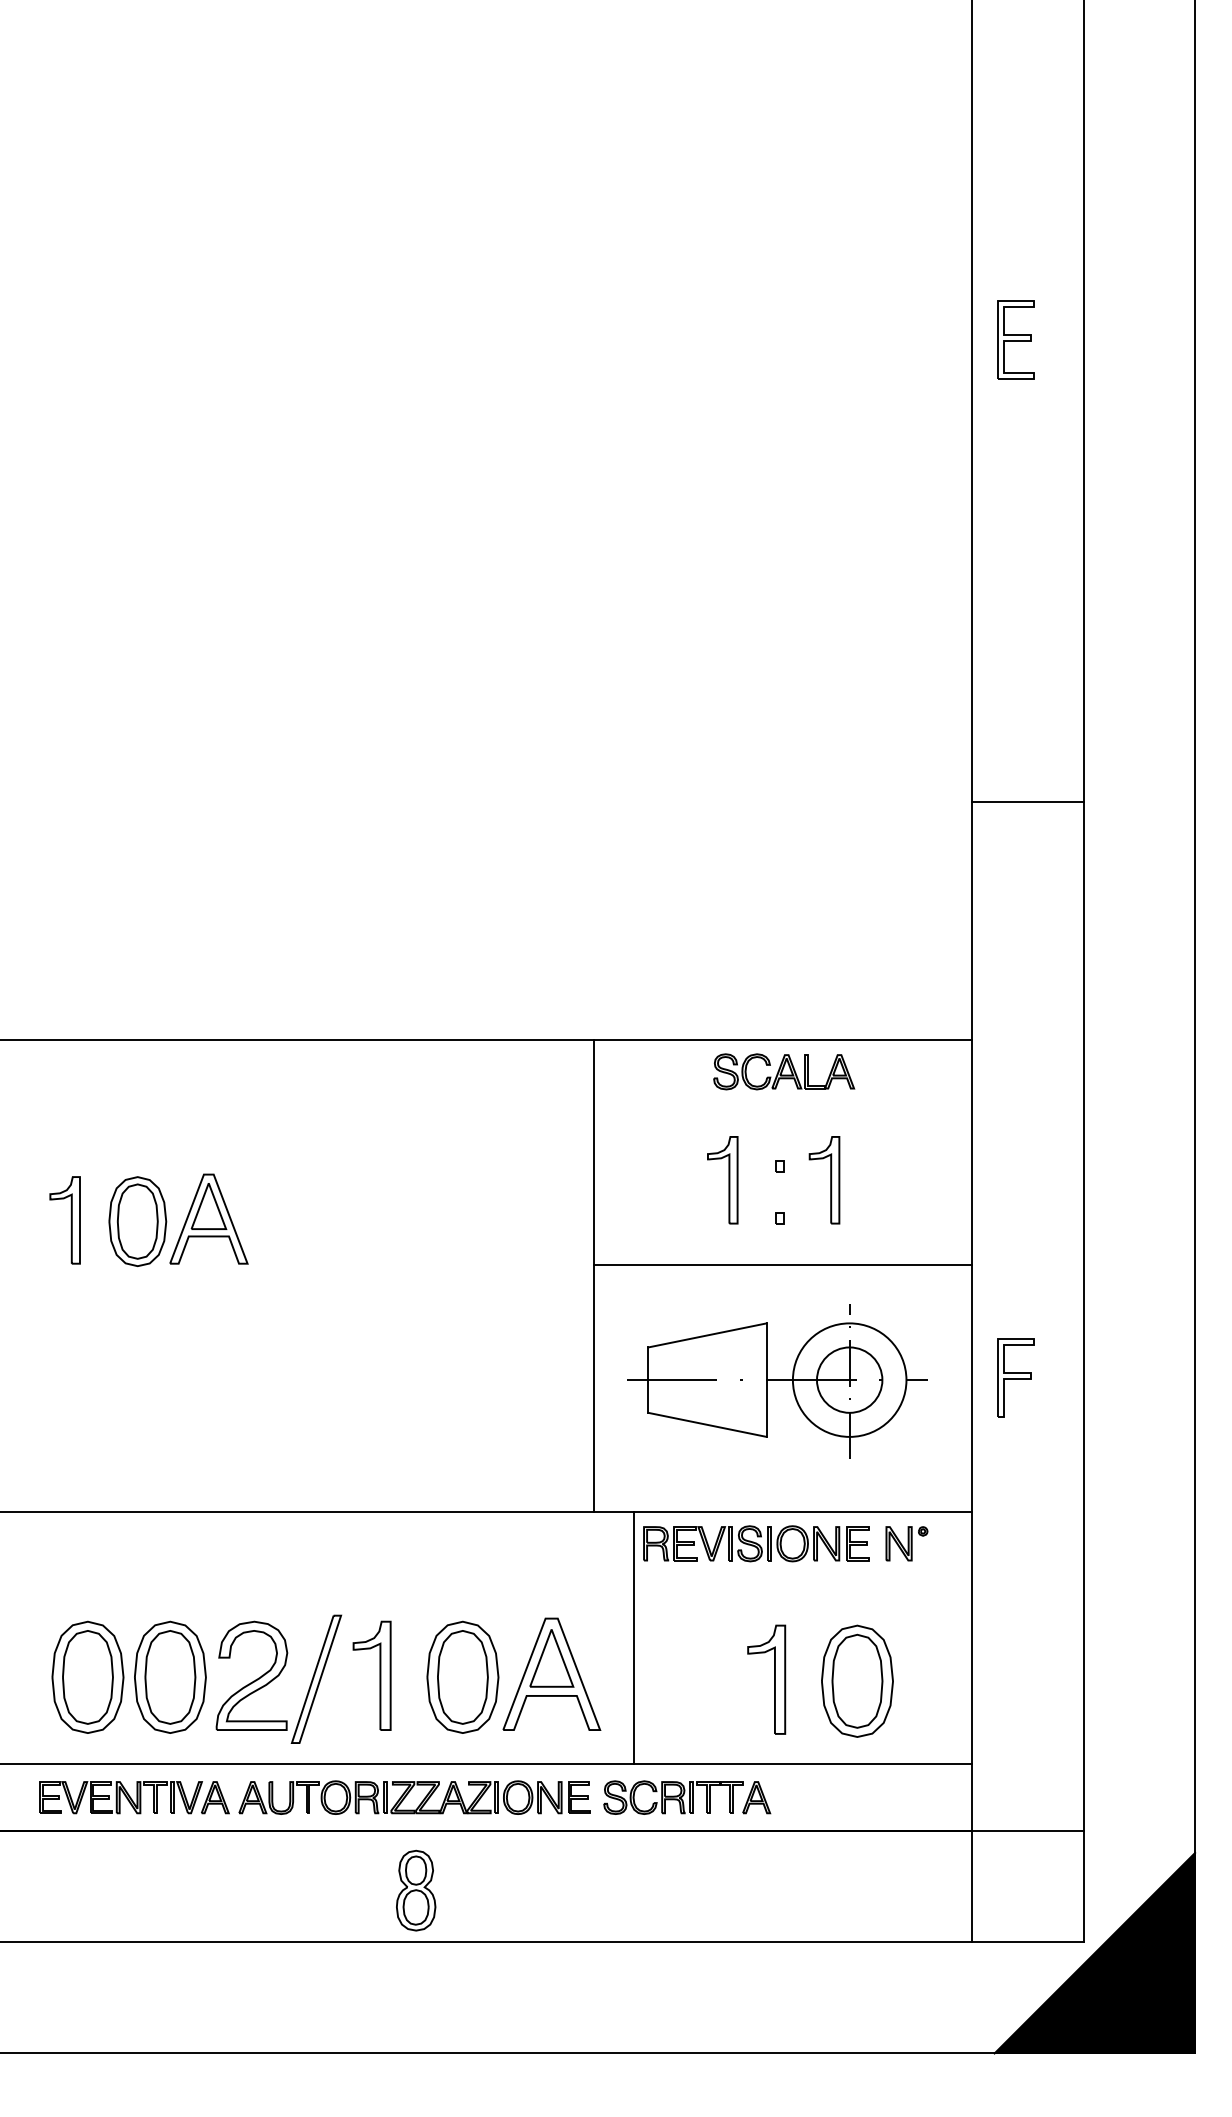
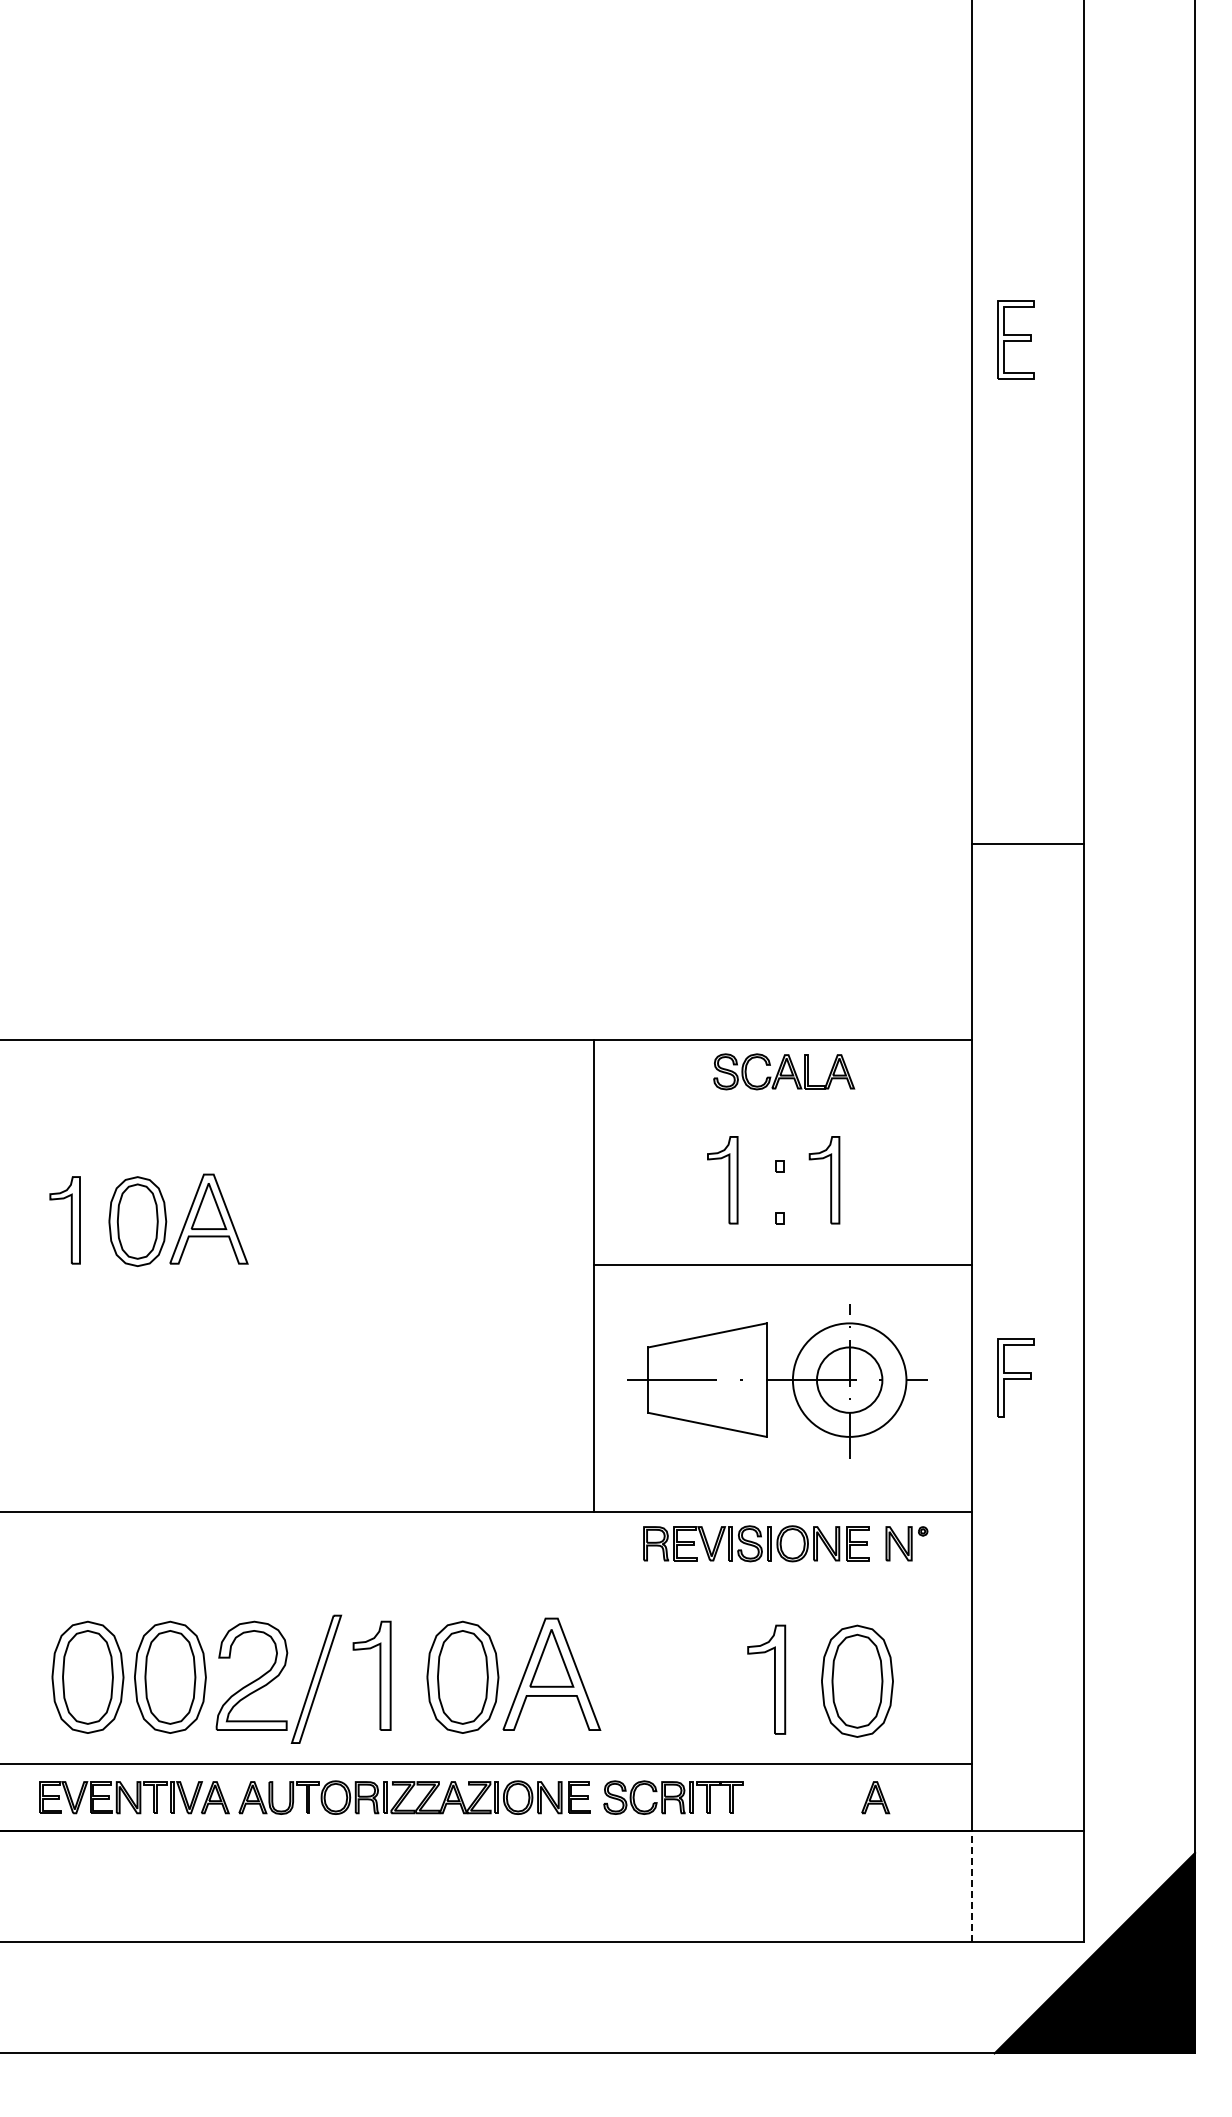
line at (1027, 802) position: (1027, 802) -> (1027, 844)
line at (633, 1637): present -> none
part at (756, 1797) position: (756, 1797) -> (875, 1797)
line at (972, 1886): solid -> dashed
part at (416, 1890): present -> none
